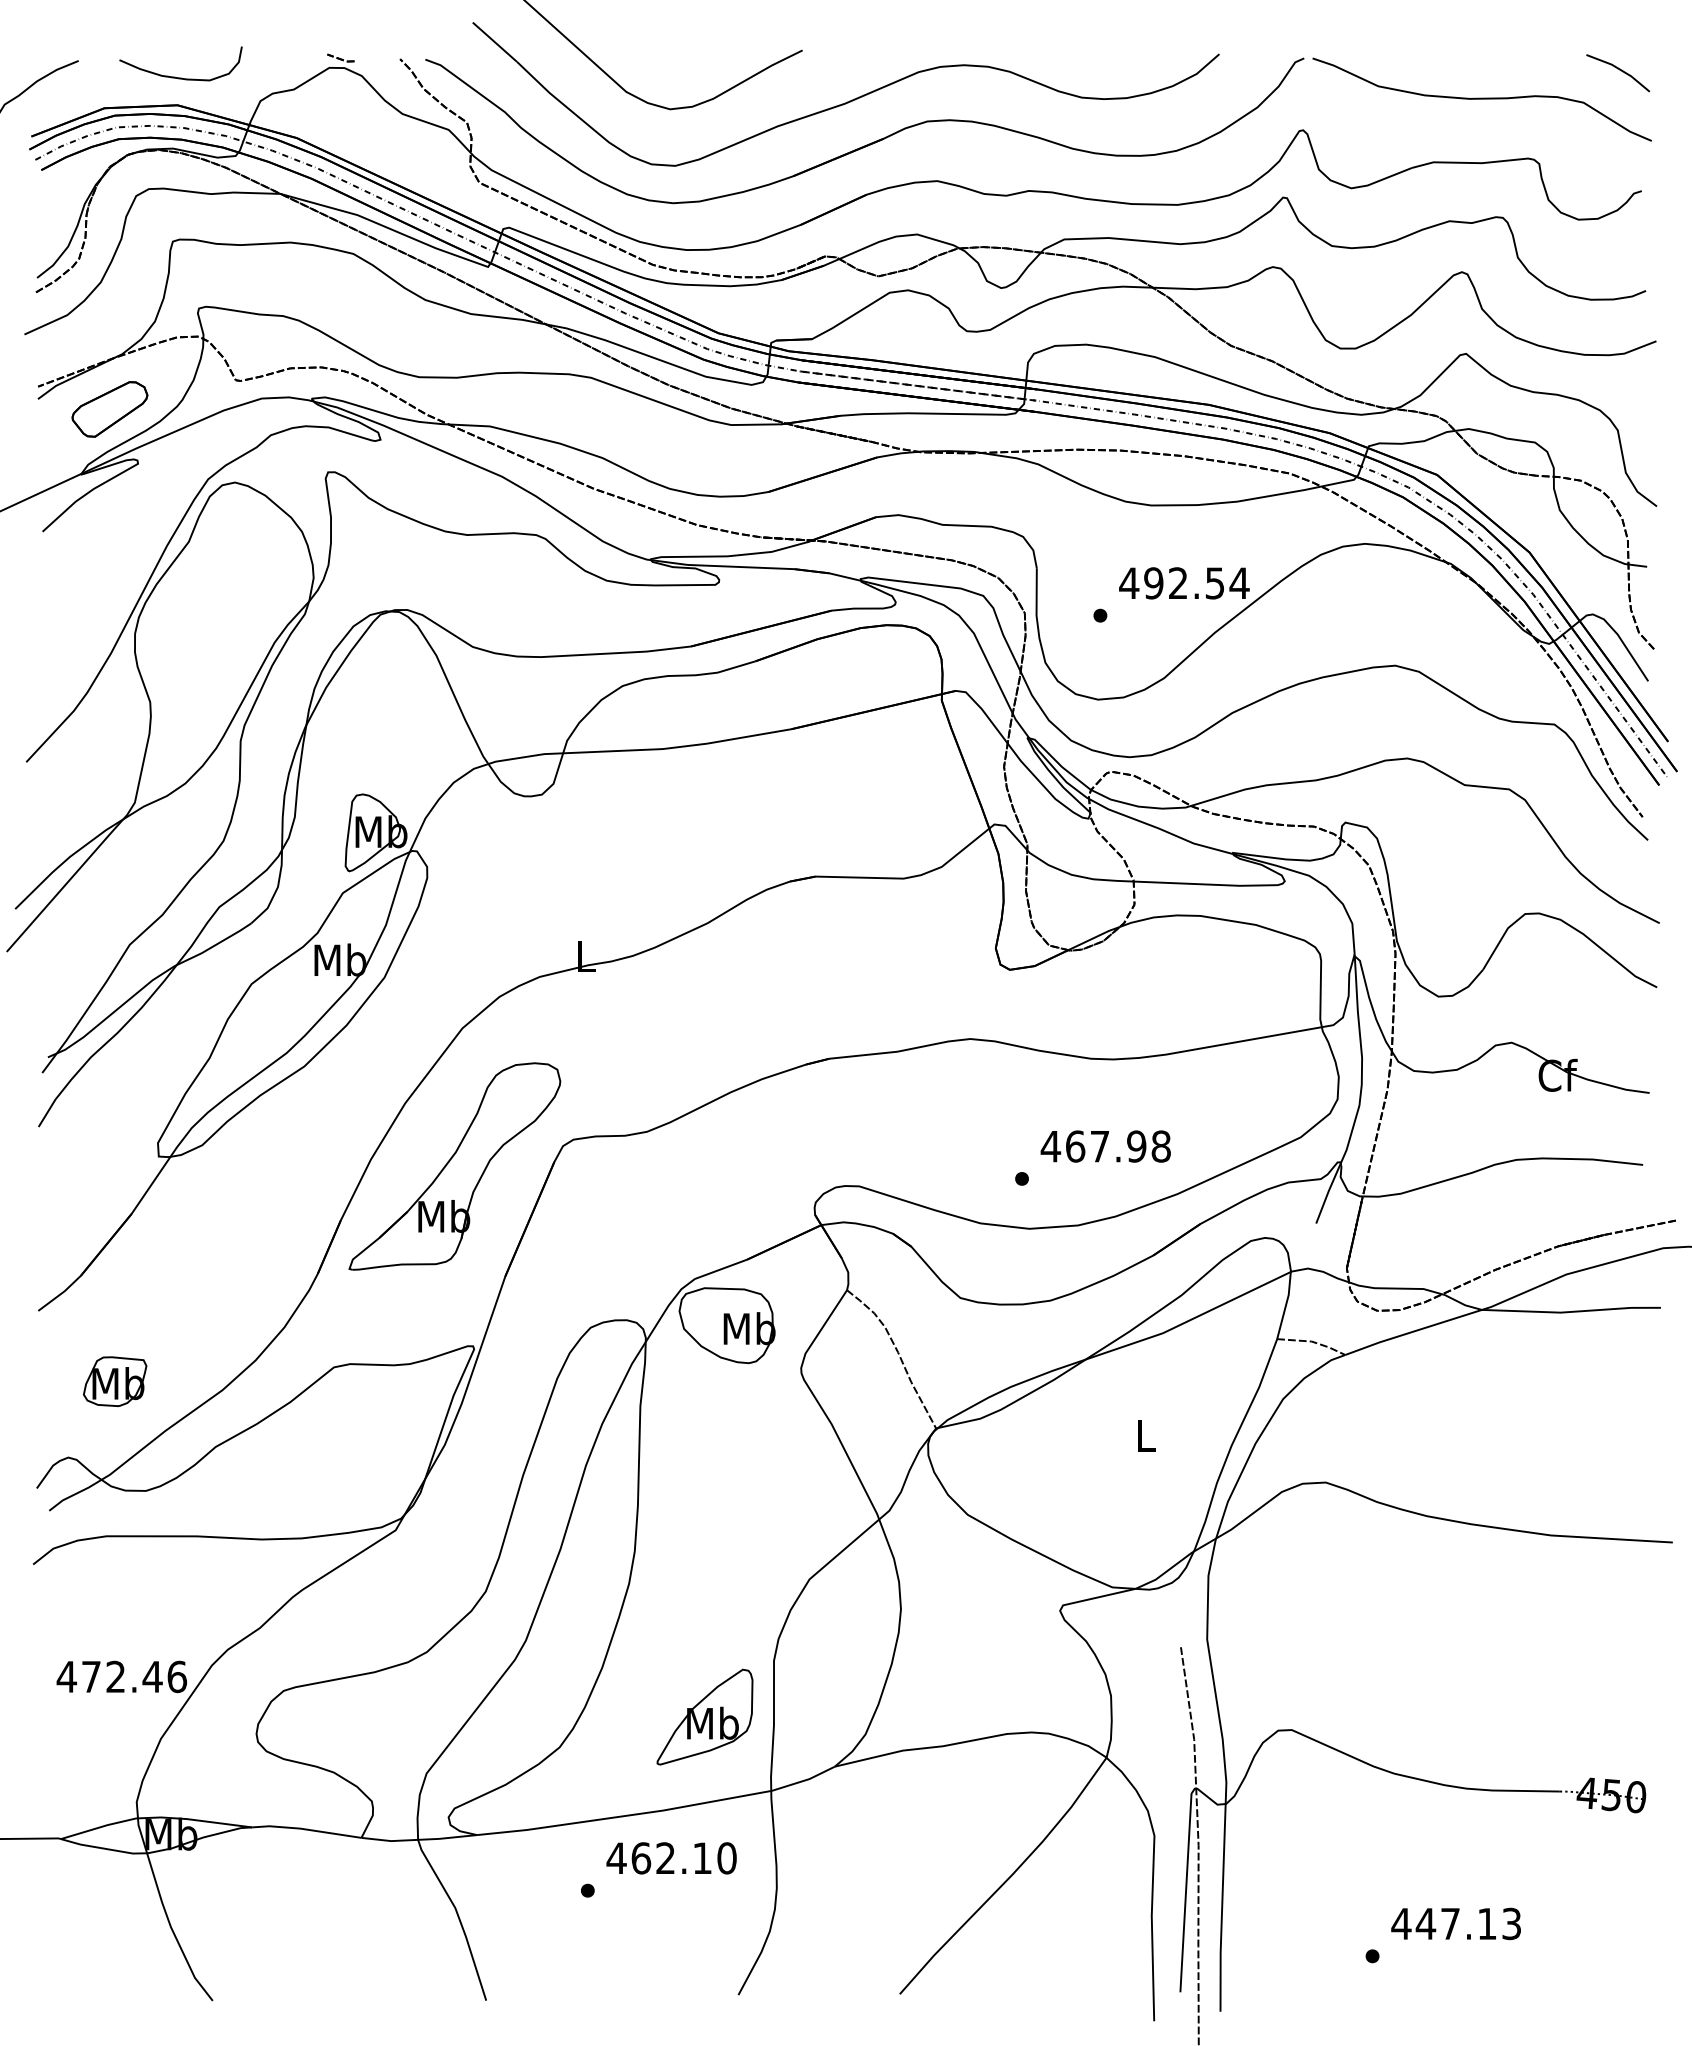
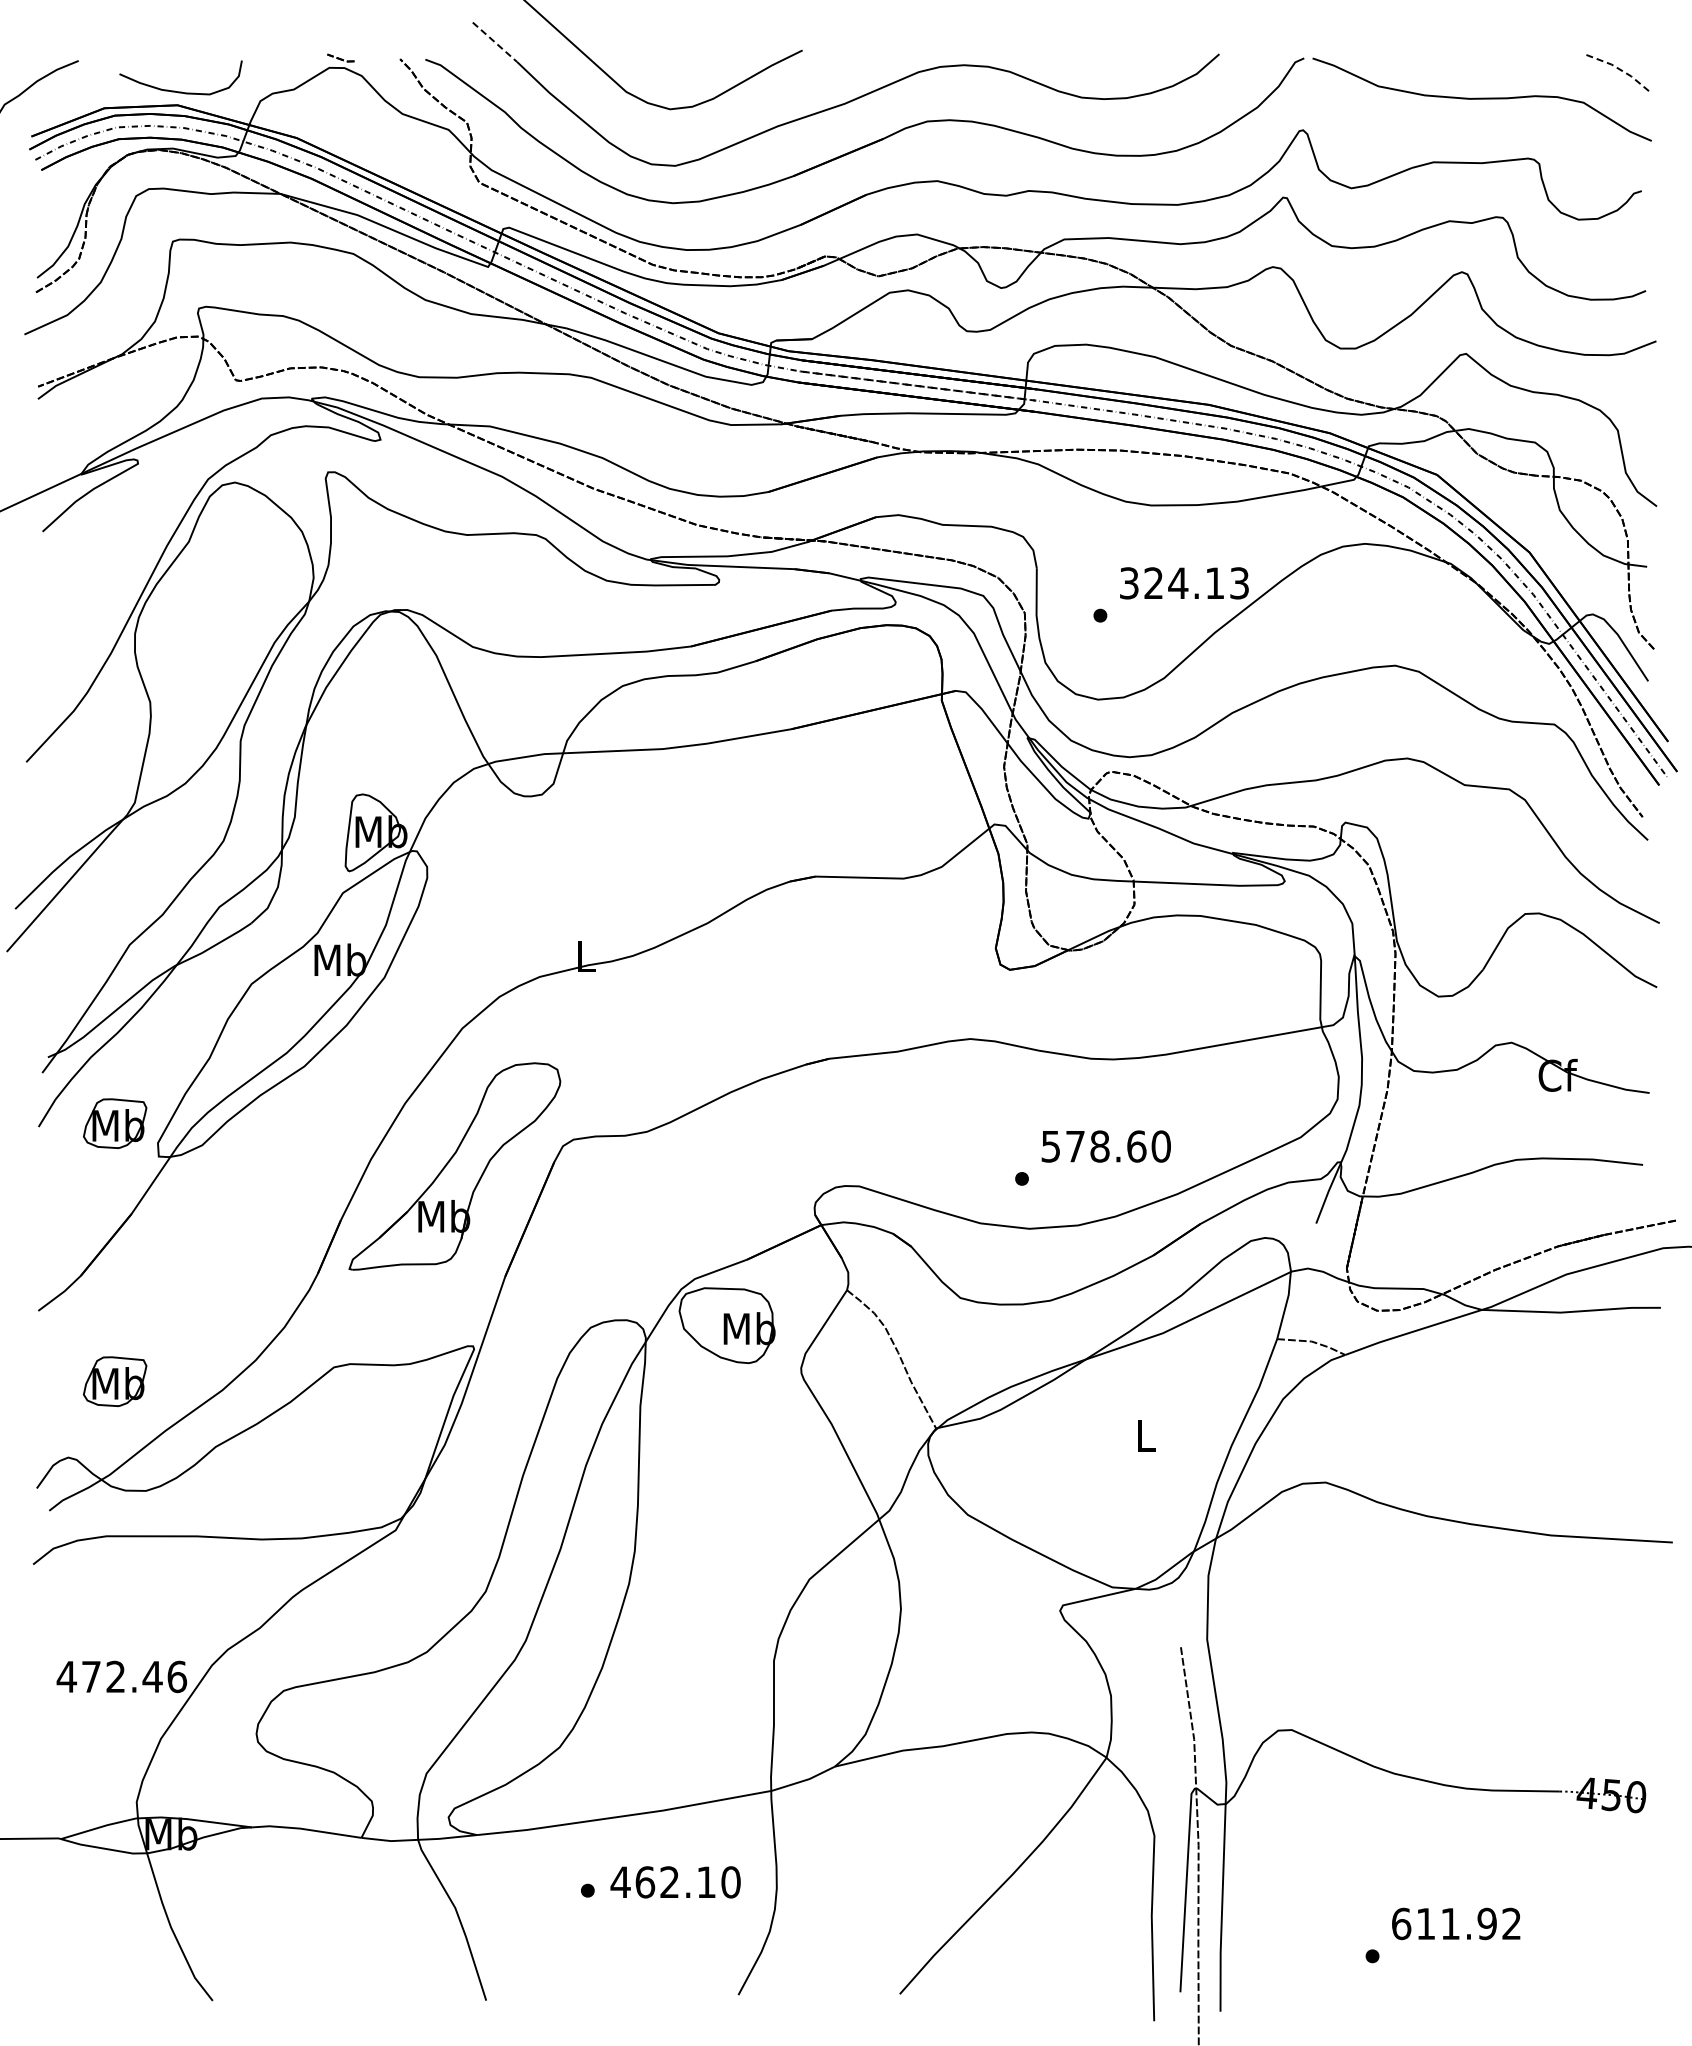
line at (494, 42): solid -> dashed
line at (1620, 69): solid -> dashed
curve at (175, 76) position: (175, 76) -> (175, 90)
part at (109, 409): present -> none
text at (1184, 583): 492.54 -> 324.13
part at (115, 1123): none -> present
text at (1105, 1146): 467.98 -> 578.60
part at (704, 1716): present -> none
text at (671, 1858) position: (671, 1858) -> (675, 1882)
text at (1455, 1923): 447.13 -> 611.92
